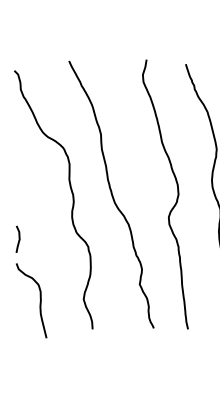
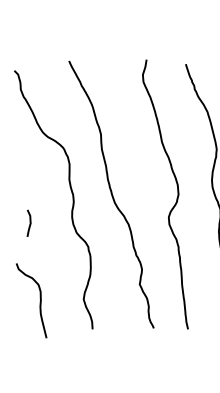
curve at (18, 238) position: (18, 238) -> (29, 222)
